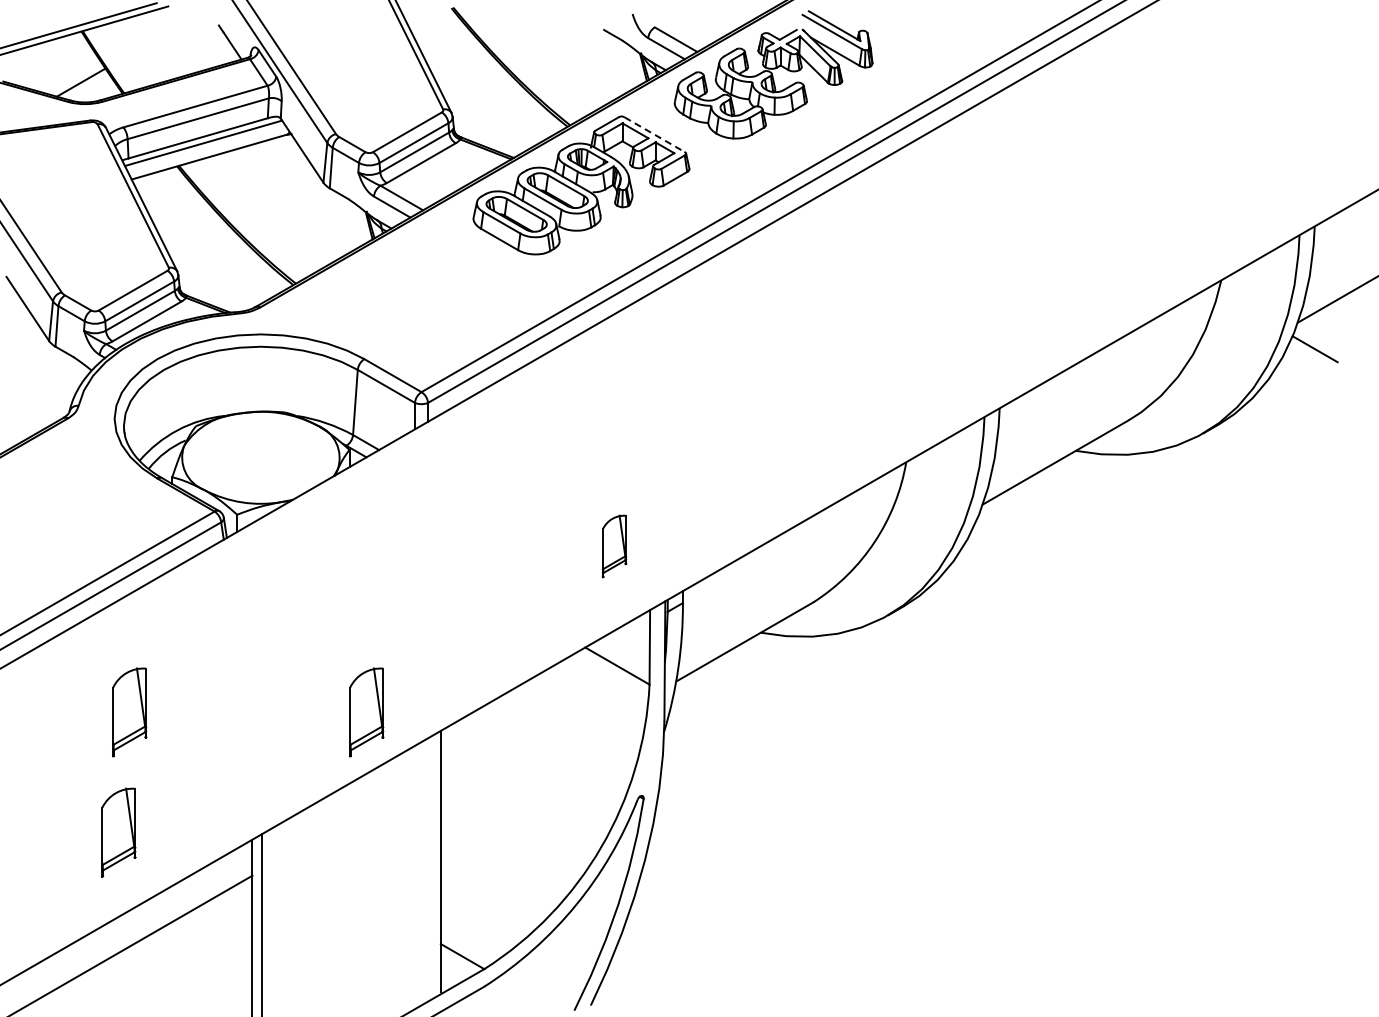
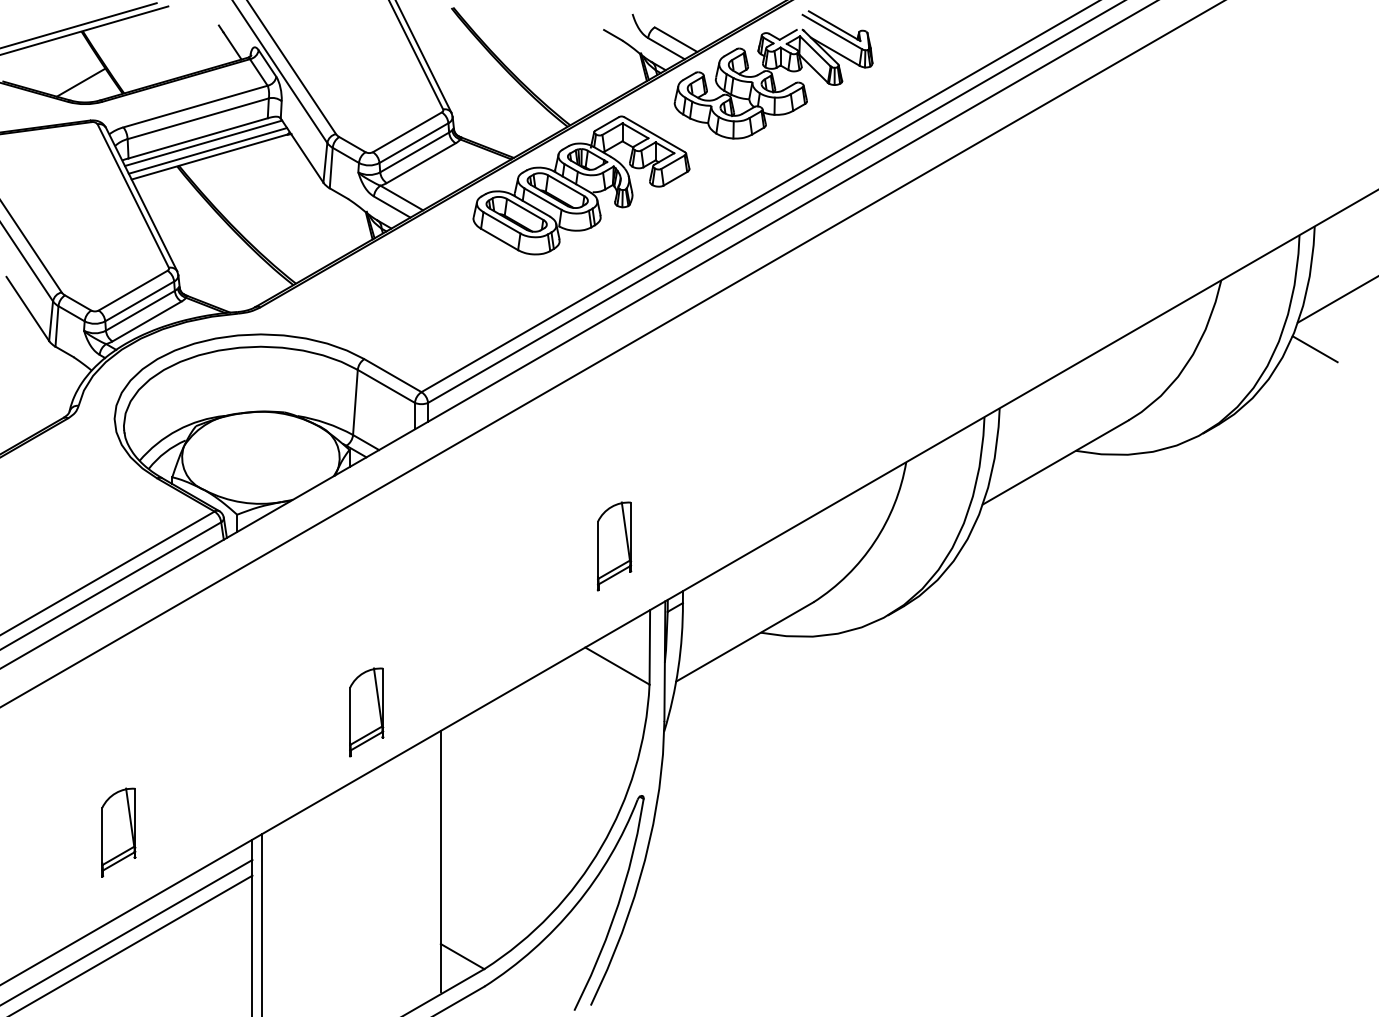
line at (655, 134): dashed -> solid
line at (207, 150): none -> present
line at (611, 354): none -> present
part at (614, 546) size: 27x65 px -> 37x91 px
part at (129, 712): present -> none
line at (127, 931): none -> present
